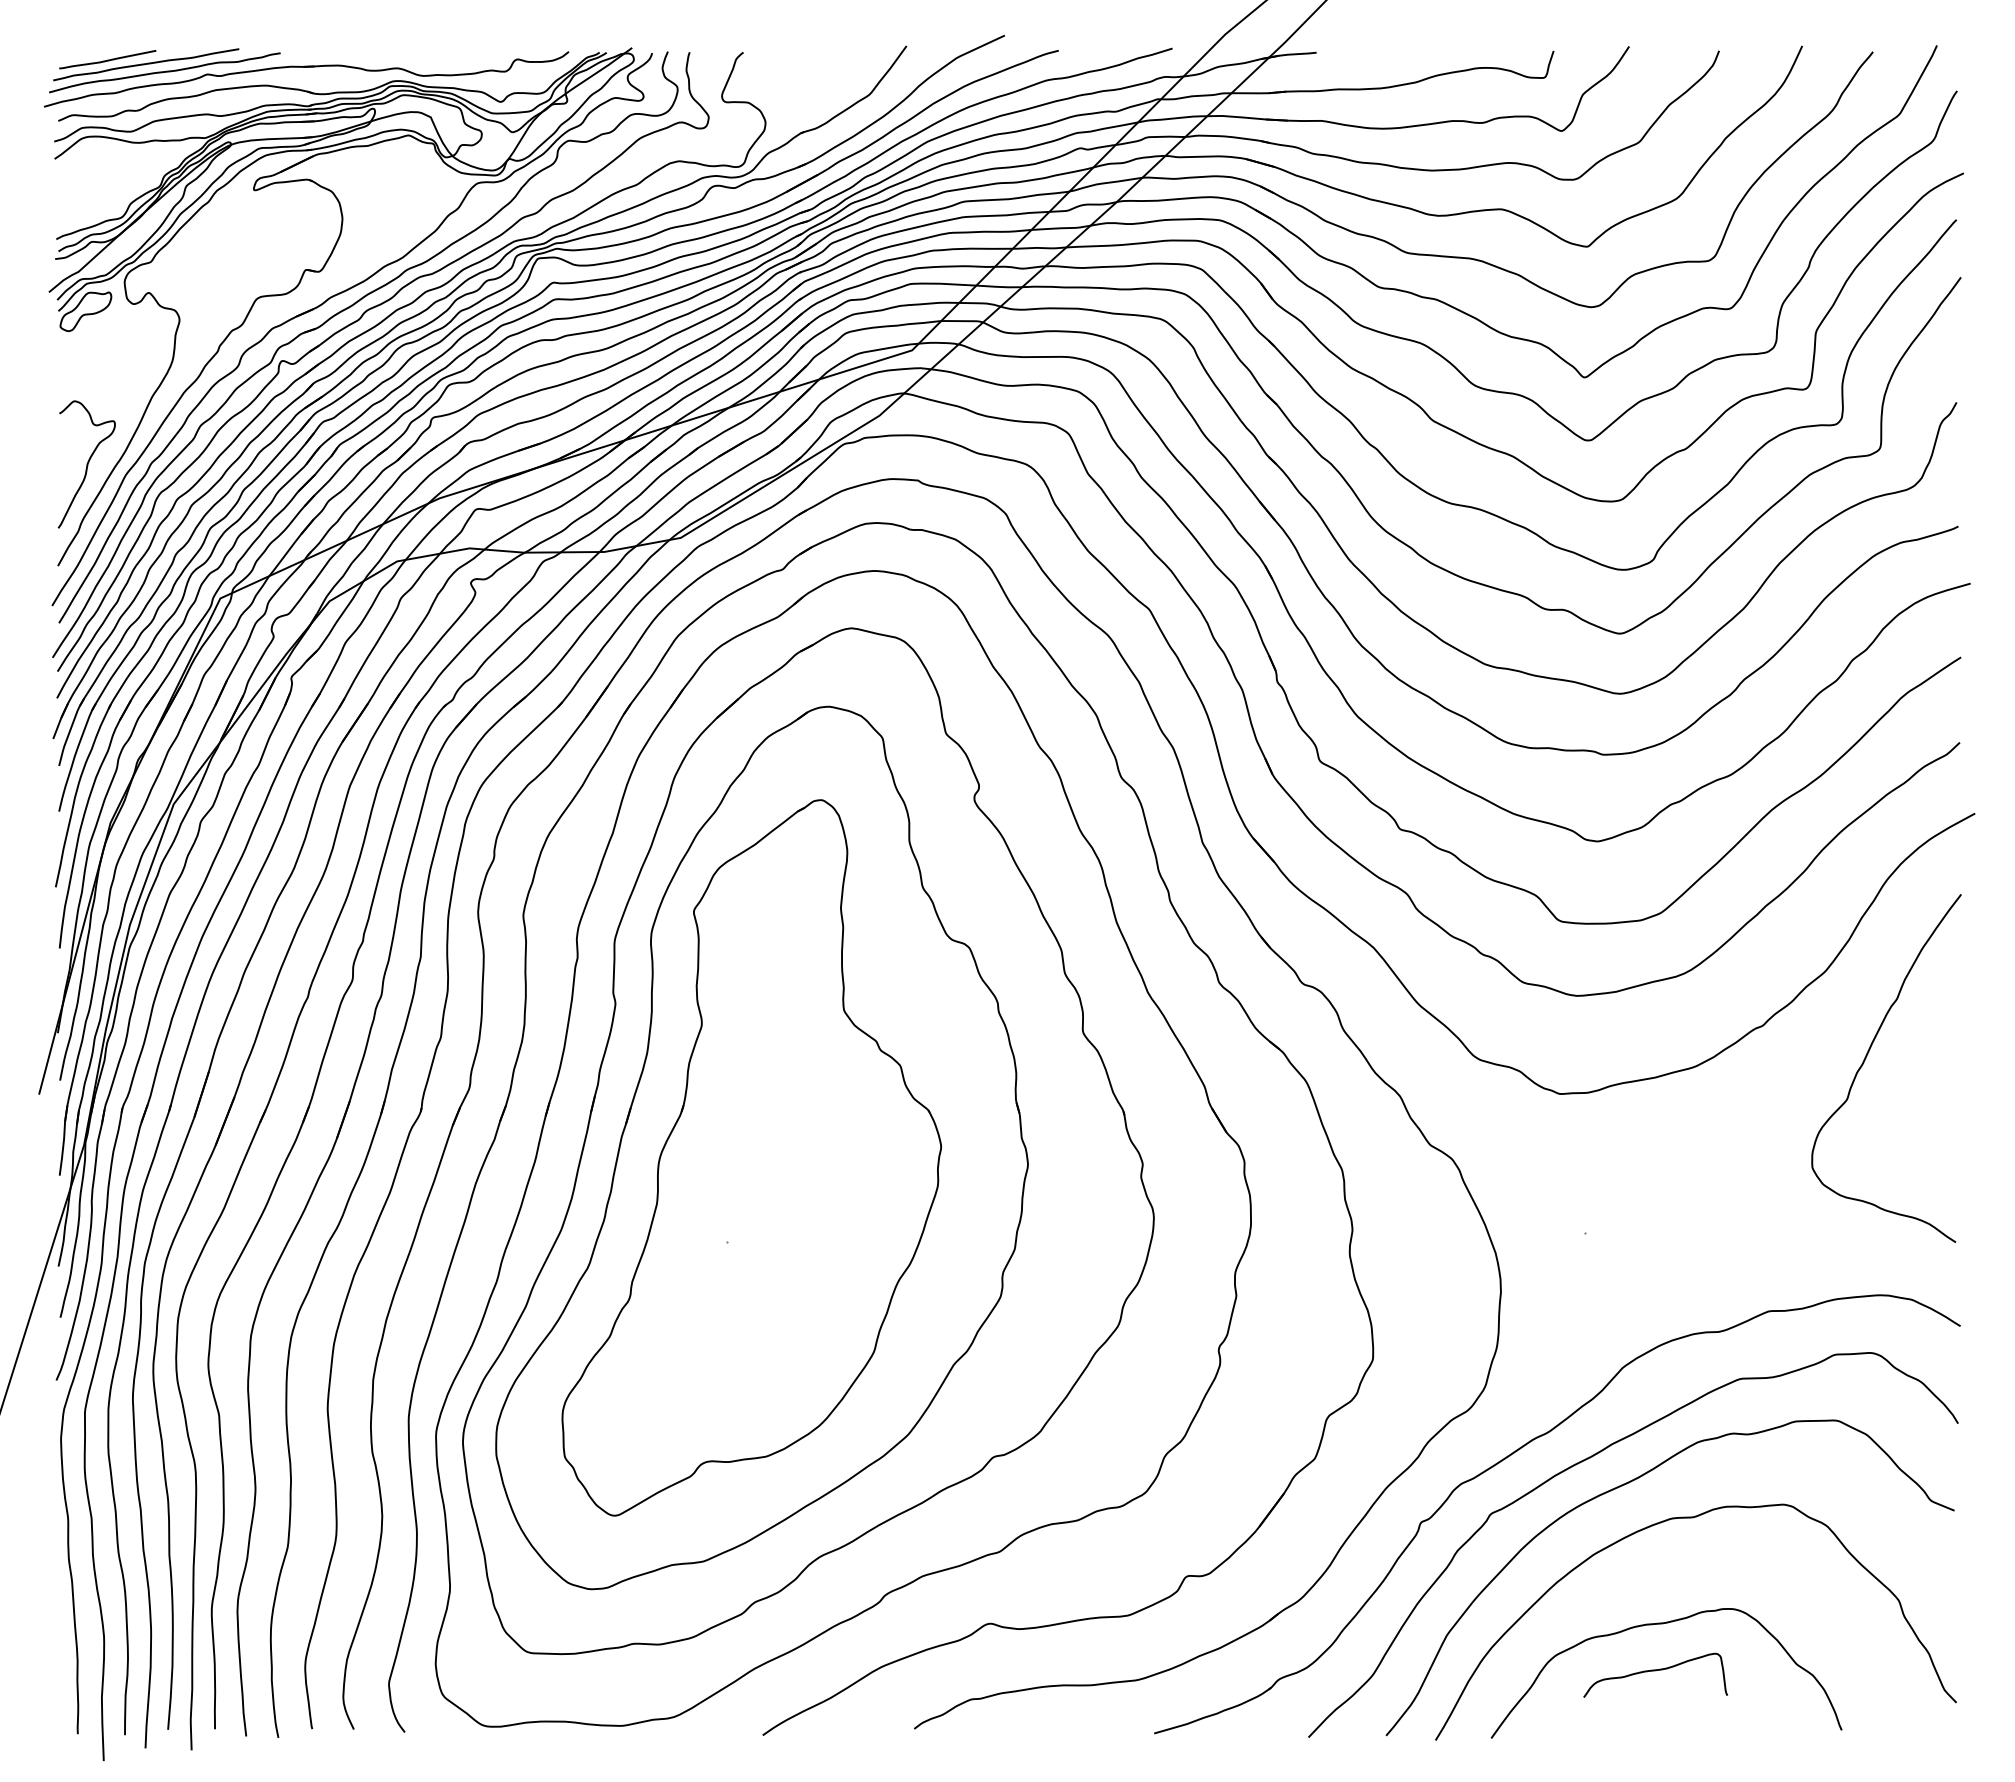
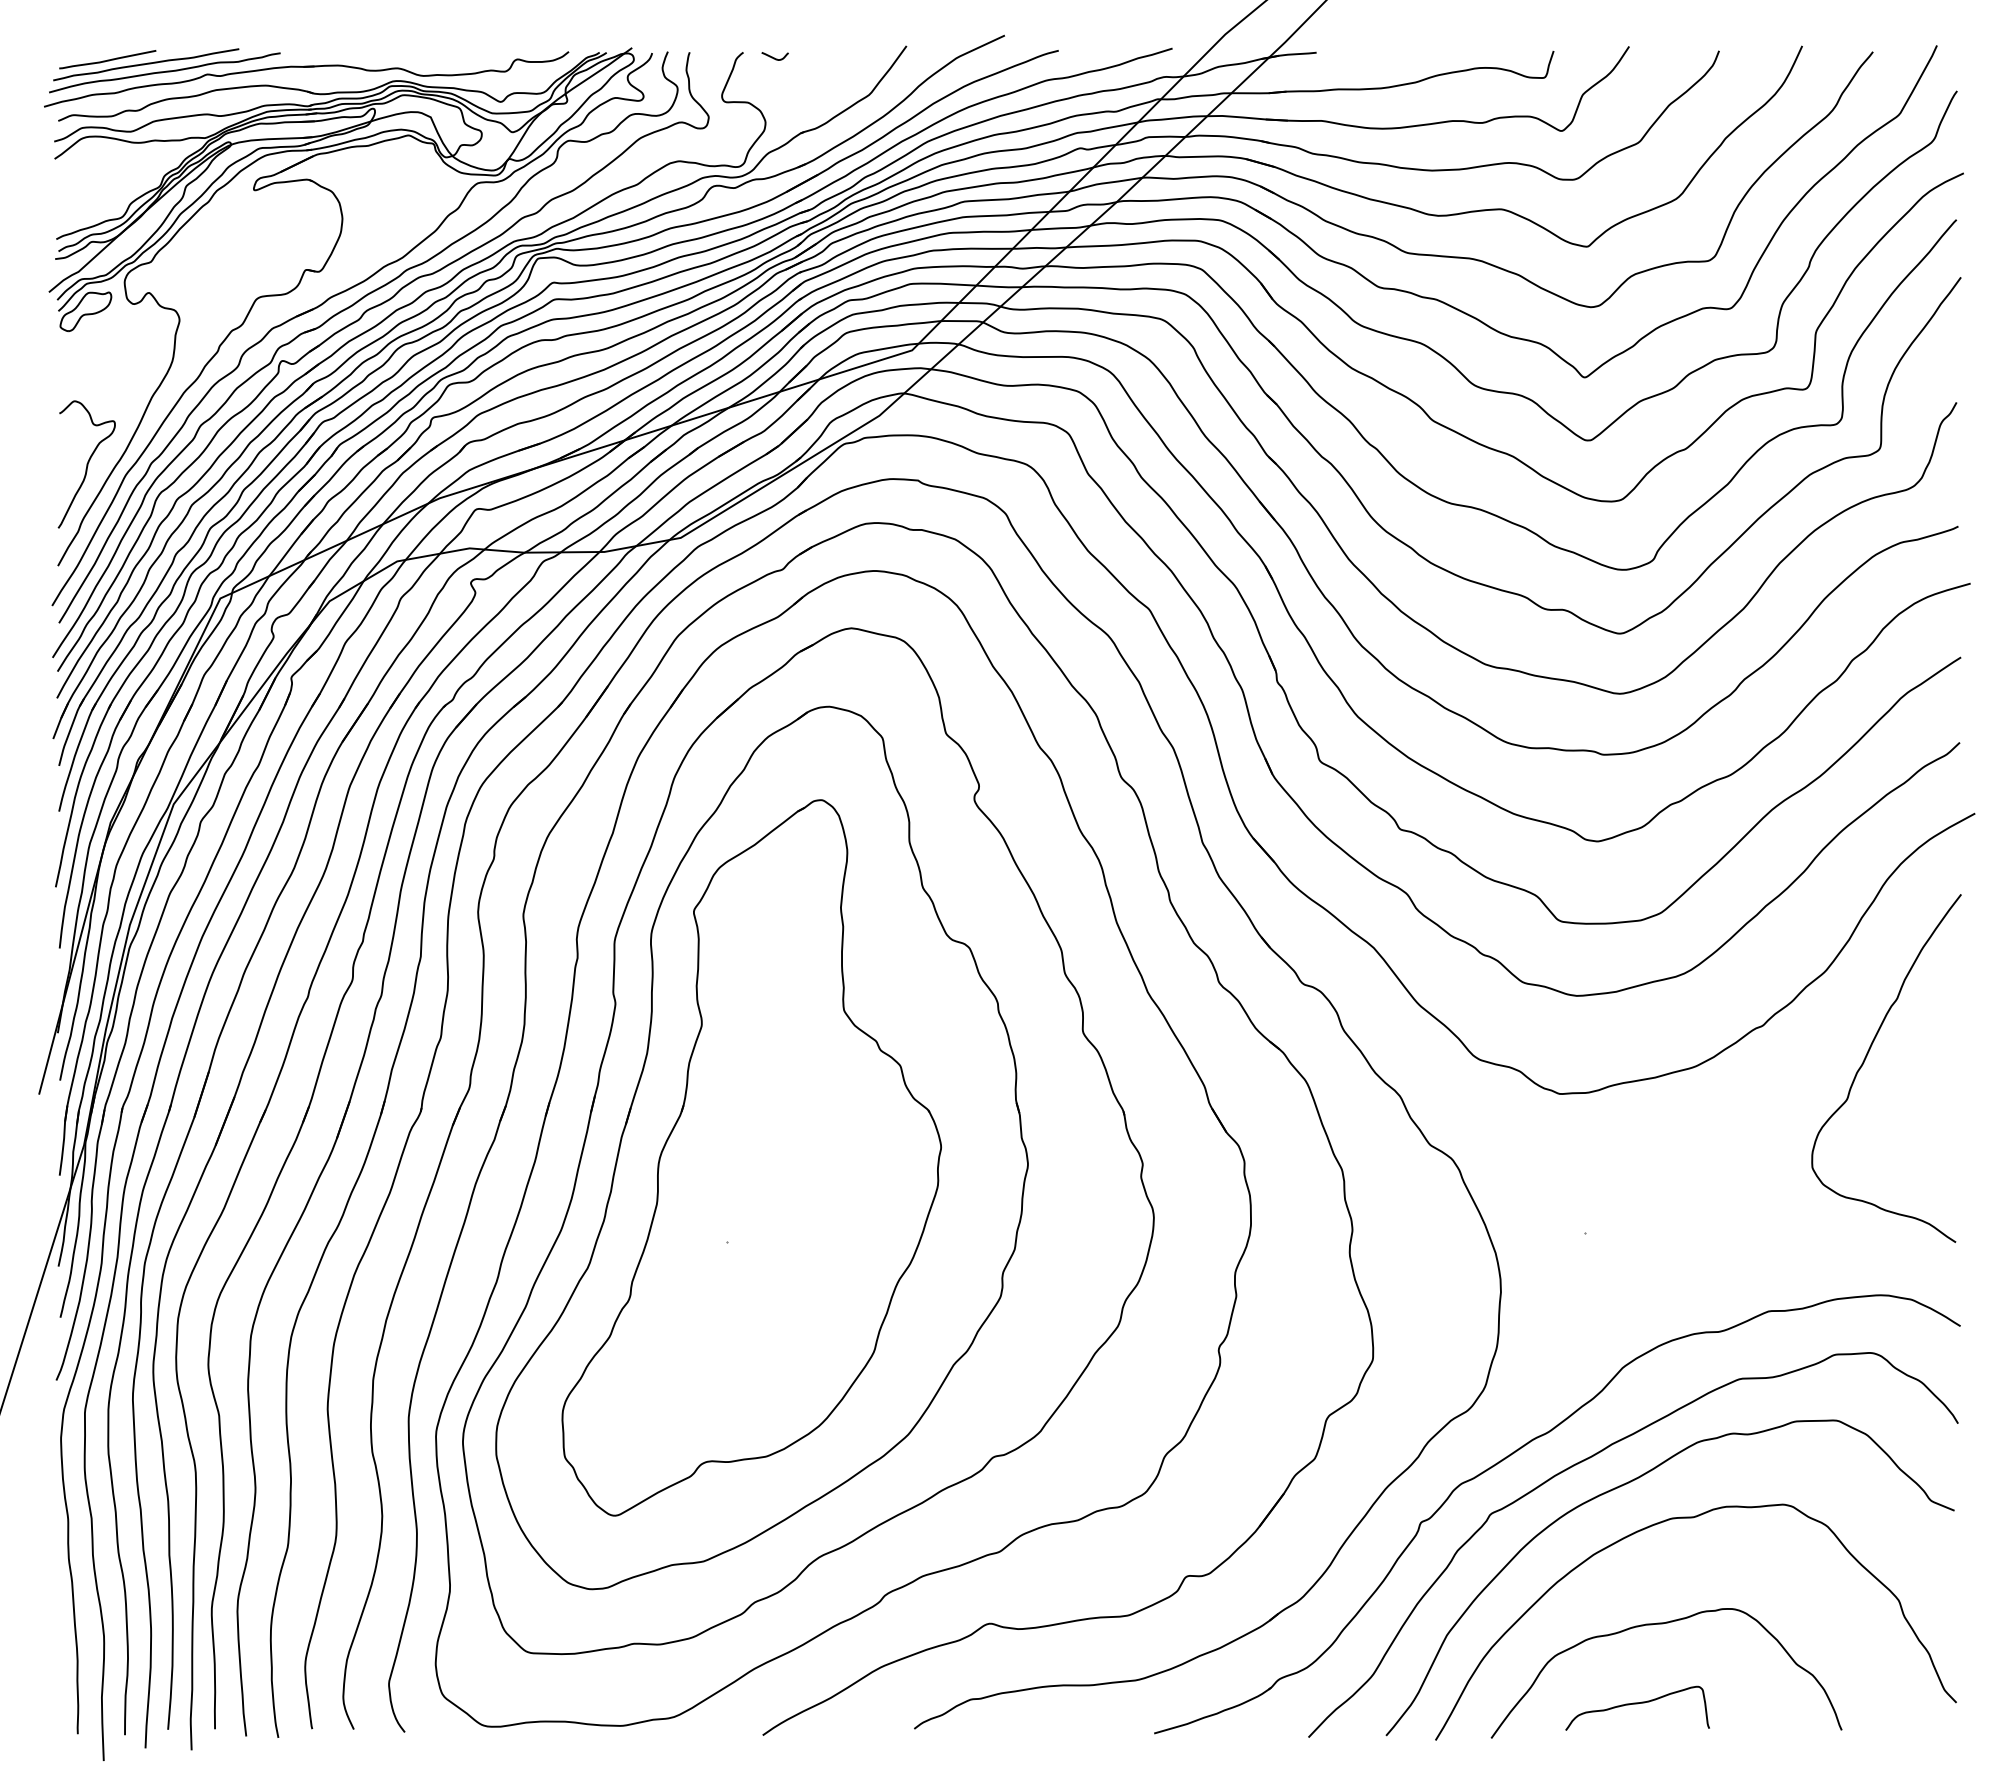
curve at (774, 57): none -> present
curve at (1655, 1671) position: (1655, 1671) -> (1637, 1704)
